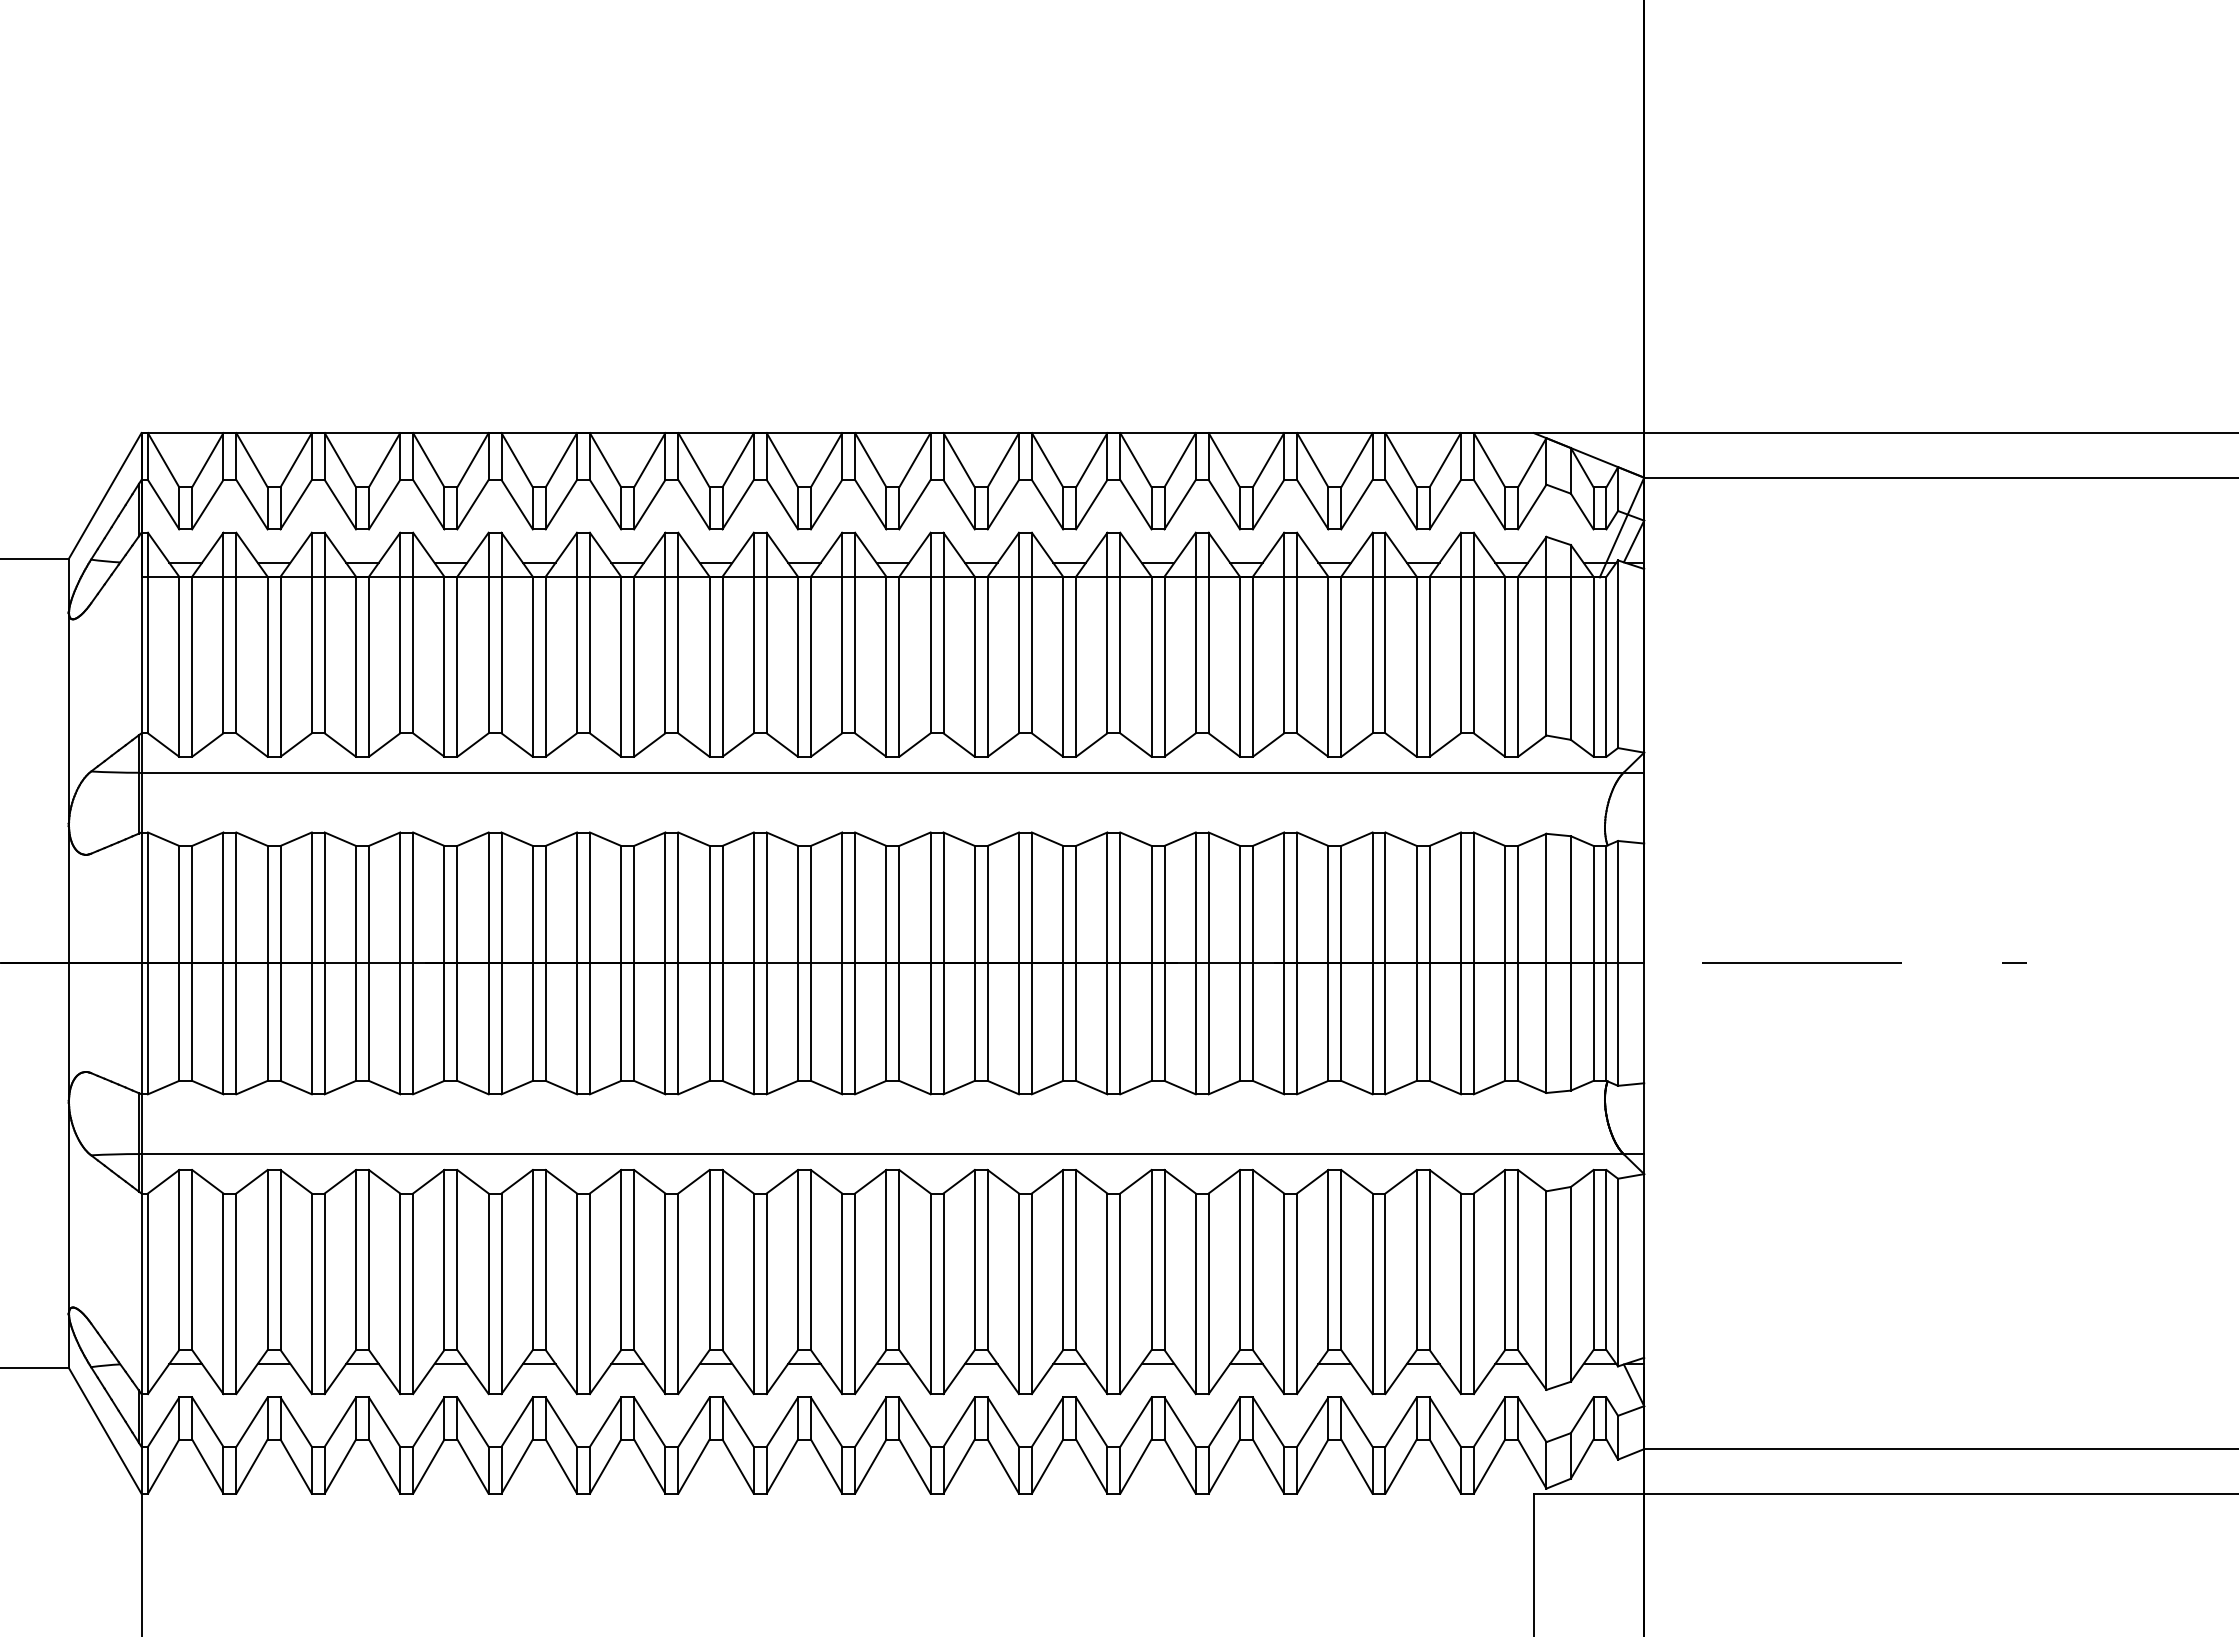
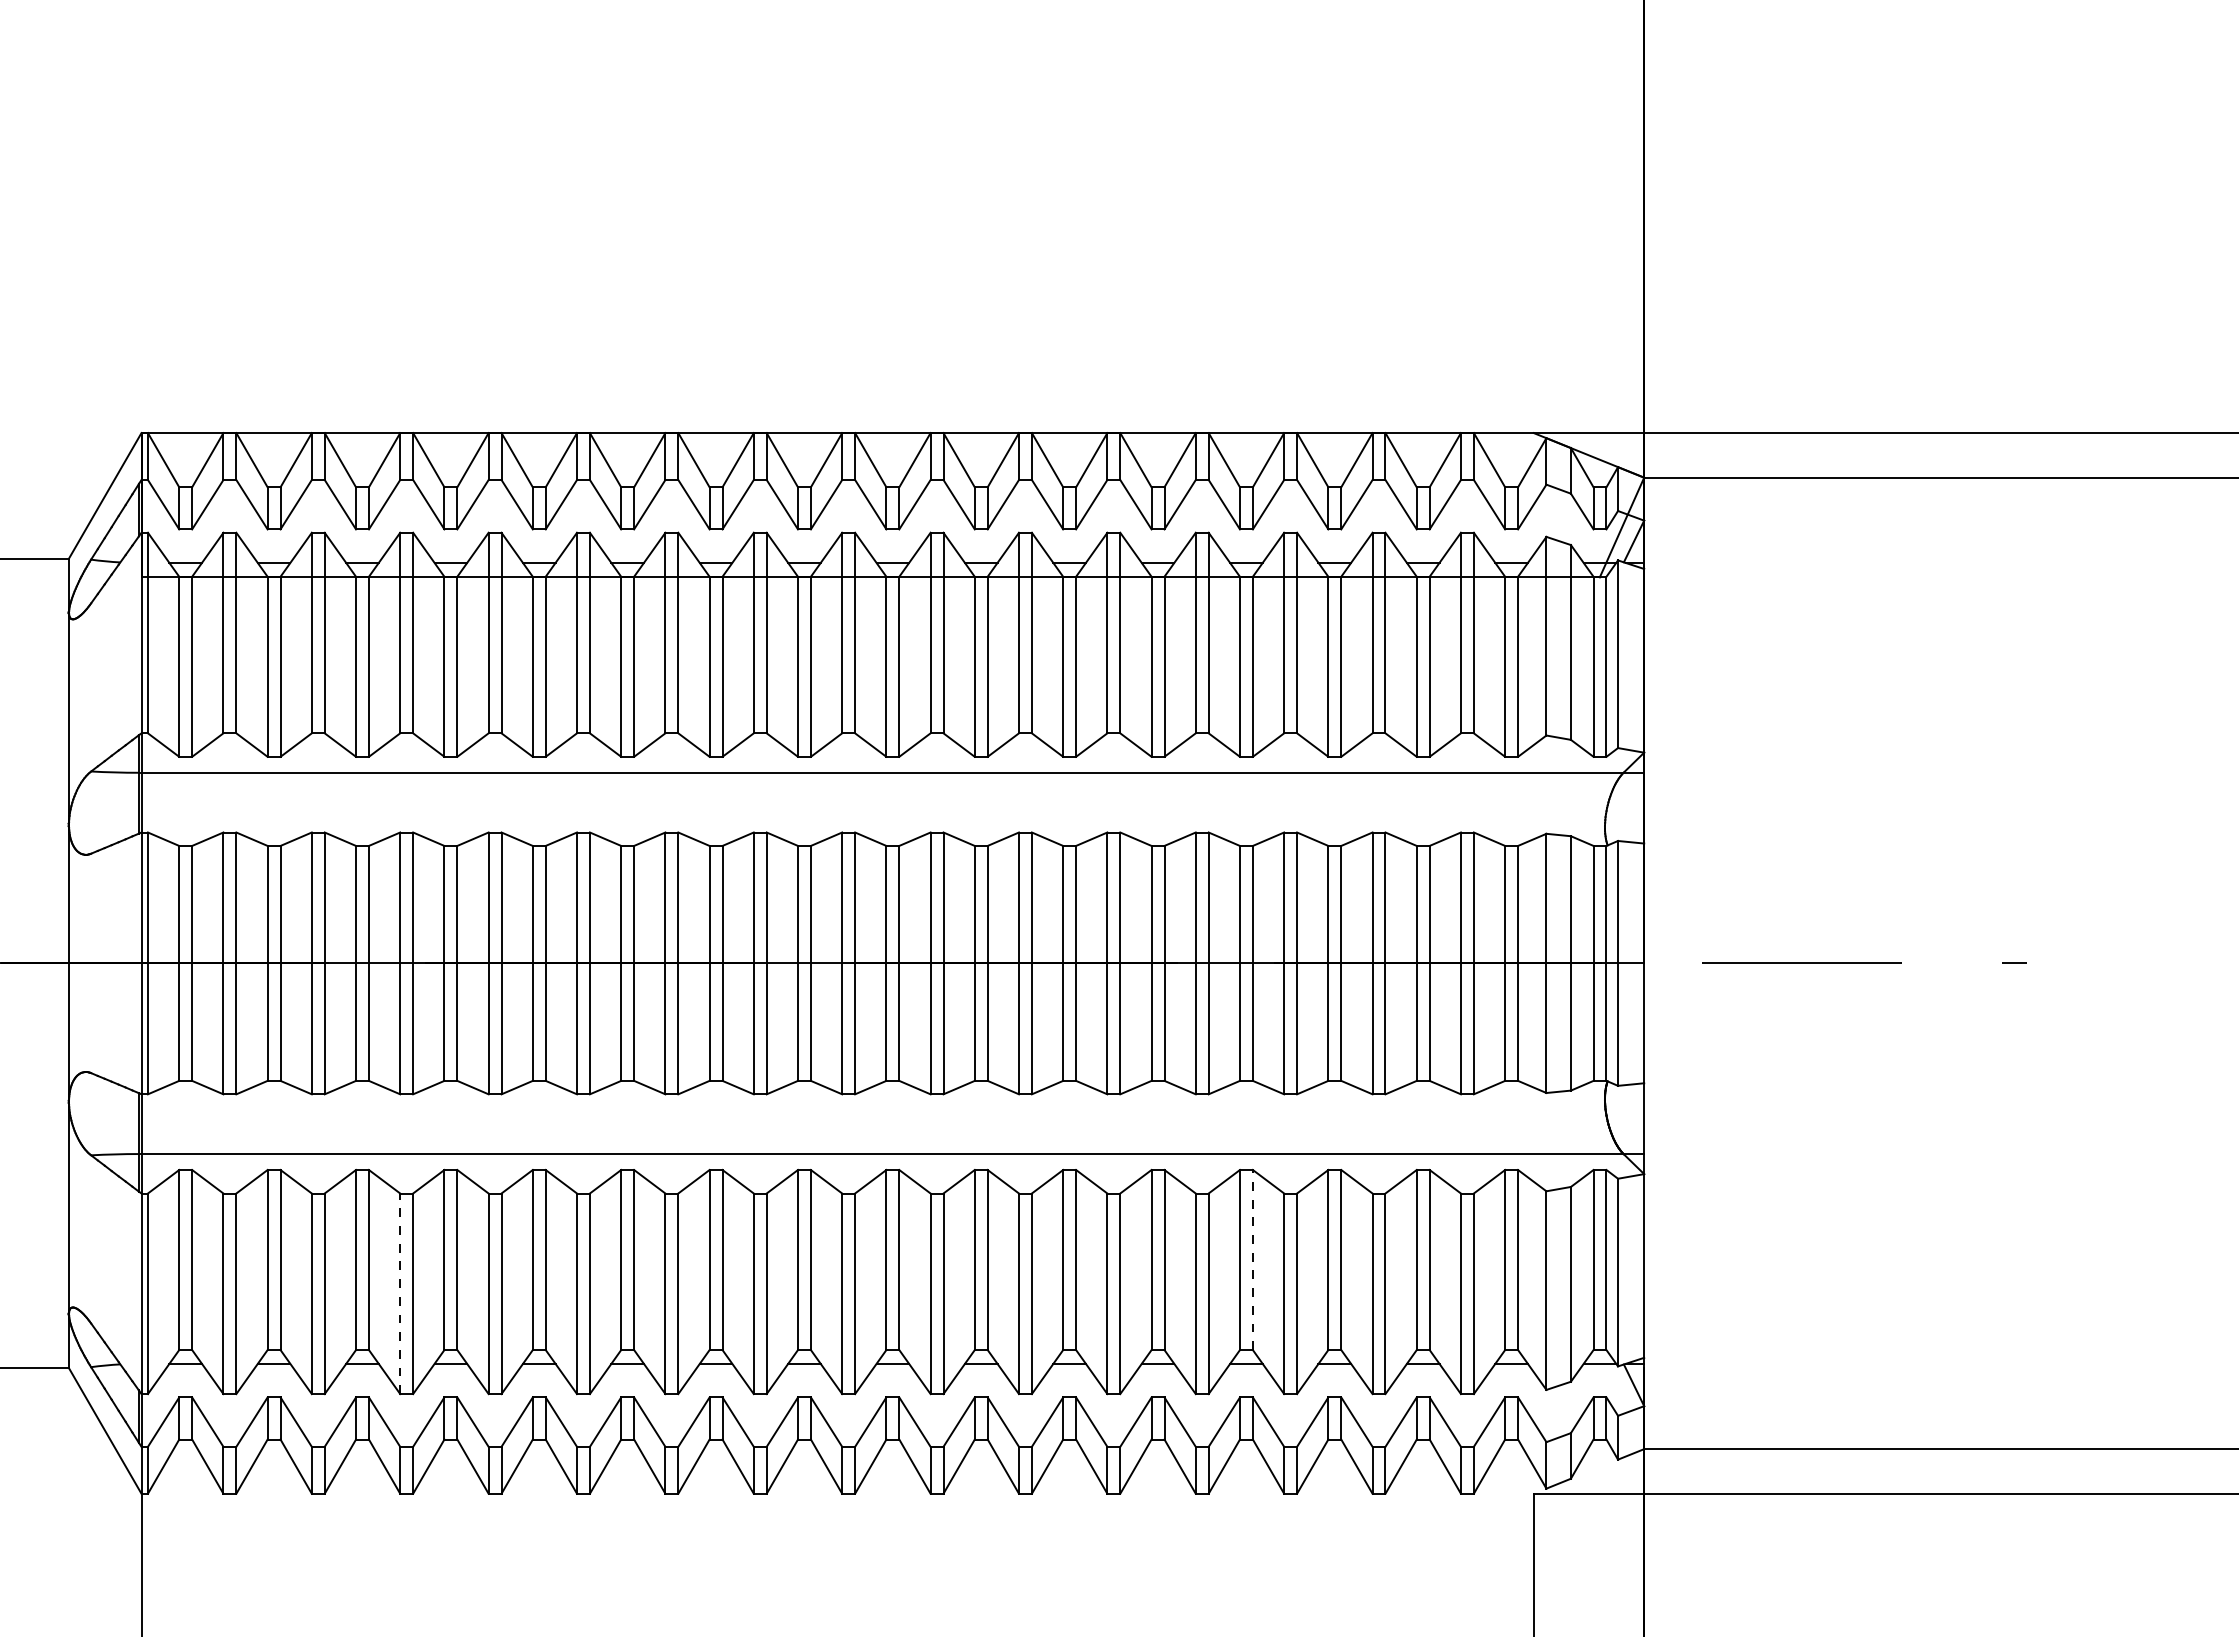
line at (1252, 1259): solid -> dashed
line at (400, 1293): solid -> dashed
